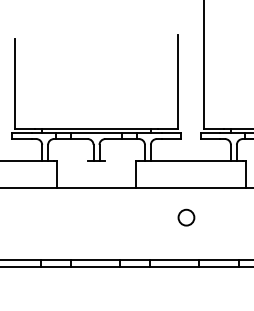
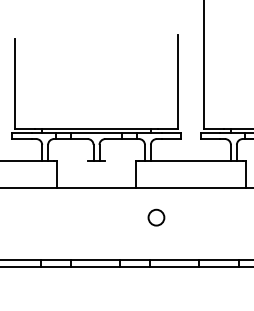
circle at (186, 217) position: (186, 217) -> (156, 217)
